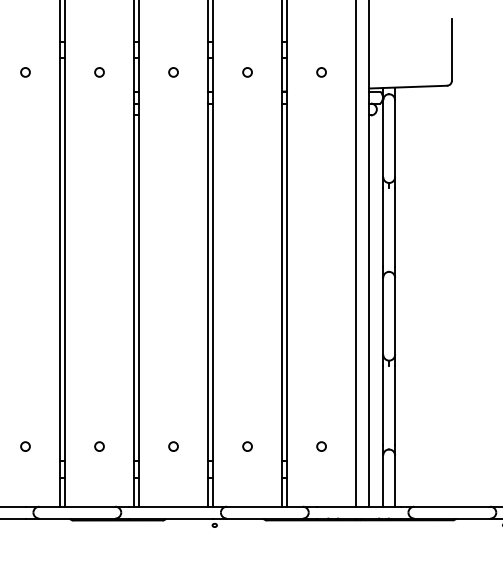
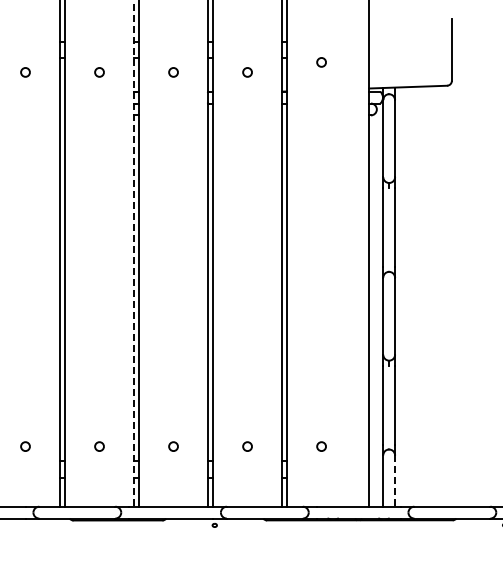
circle at (321, 72) position: (321, 72) -> (321, 62)
line at (134, 253): solid -> dashed
line at (356, 254): present -> none
line at (395, 481): solid -> dashed
